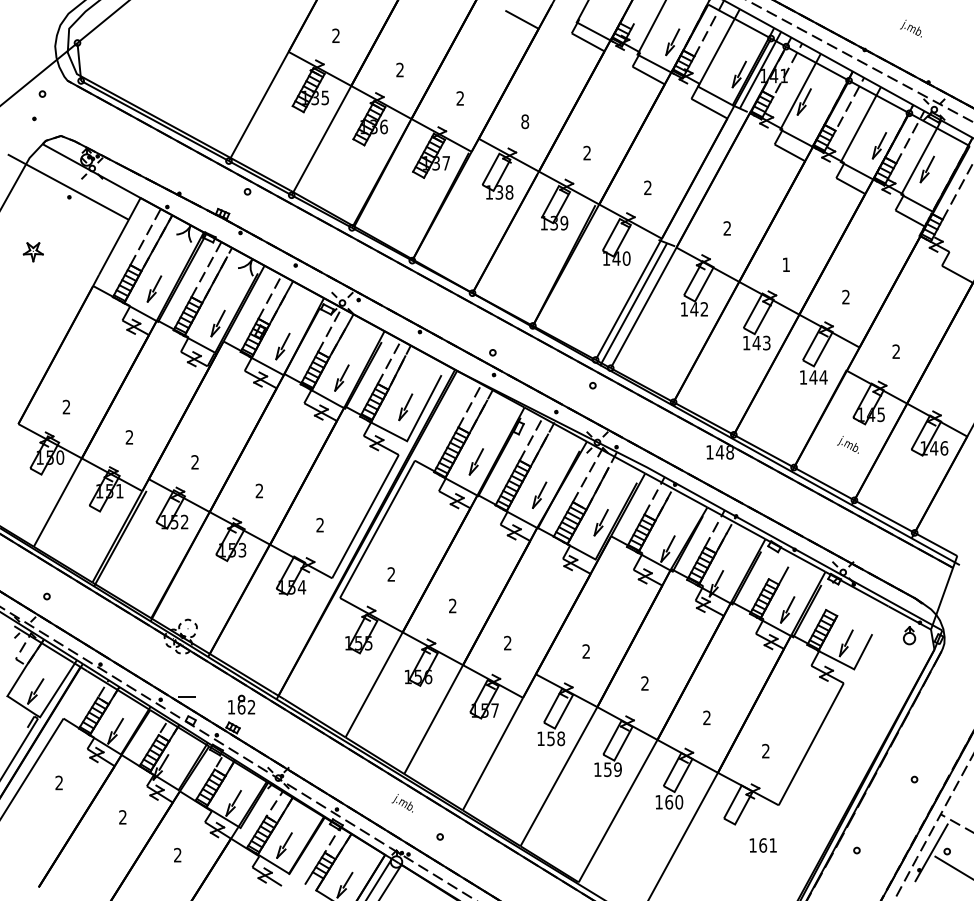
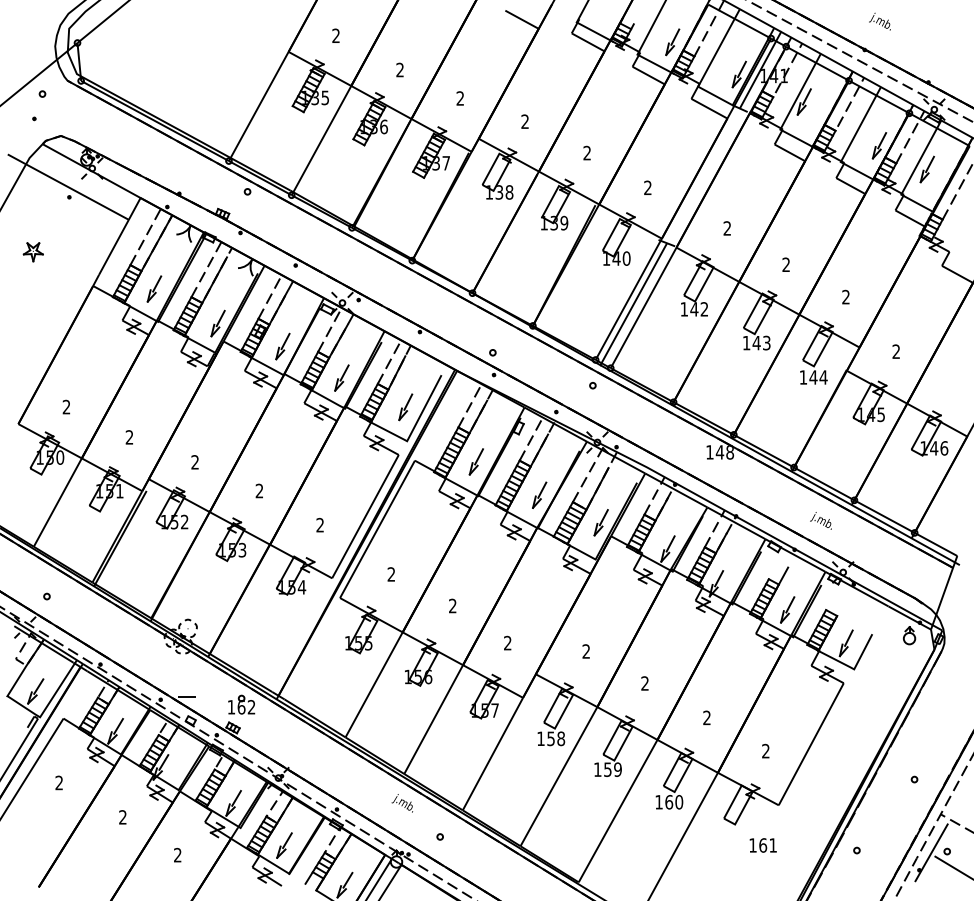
text at (910, 28) position: (910, 28) -> (879, 21)
text at (525, 121): 8 -> 2
text at (785, 264): 1 -> 2
text at (847, 444) position: (847, 444) -> (820, 520)
